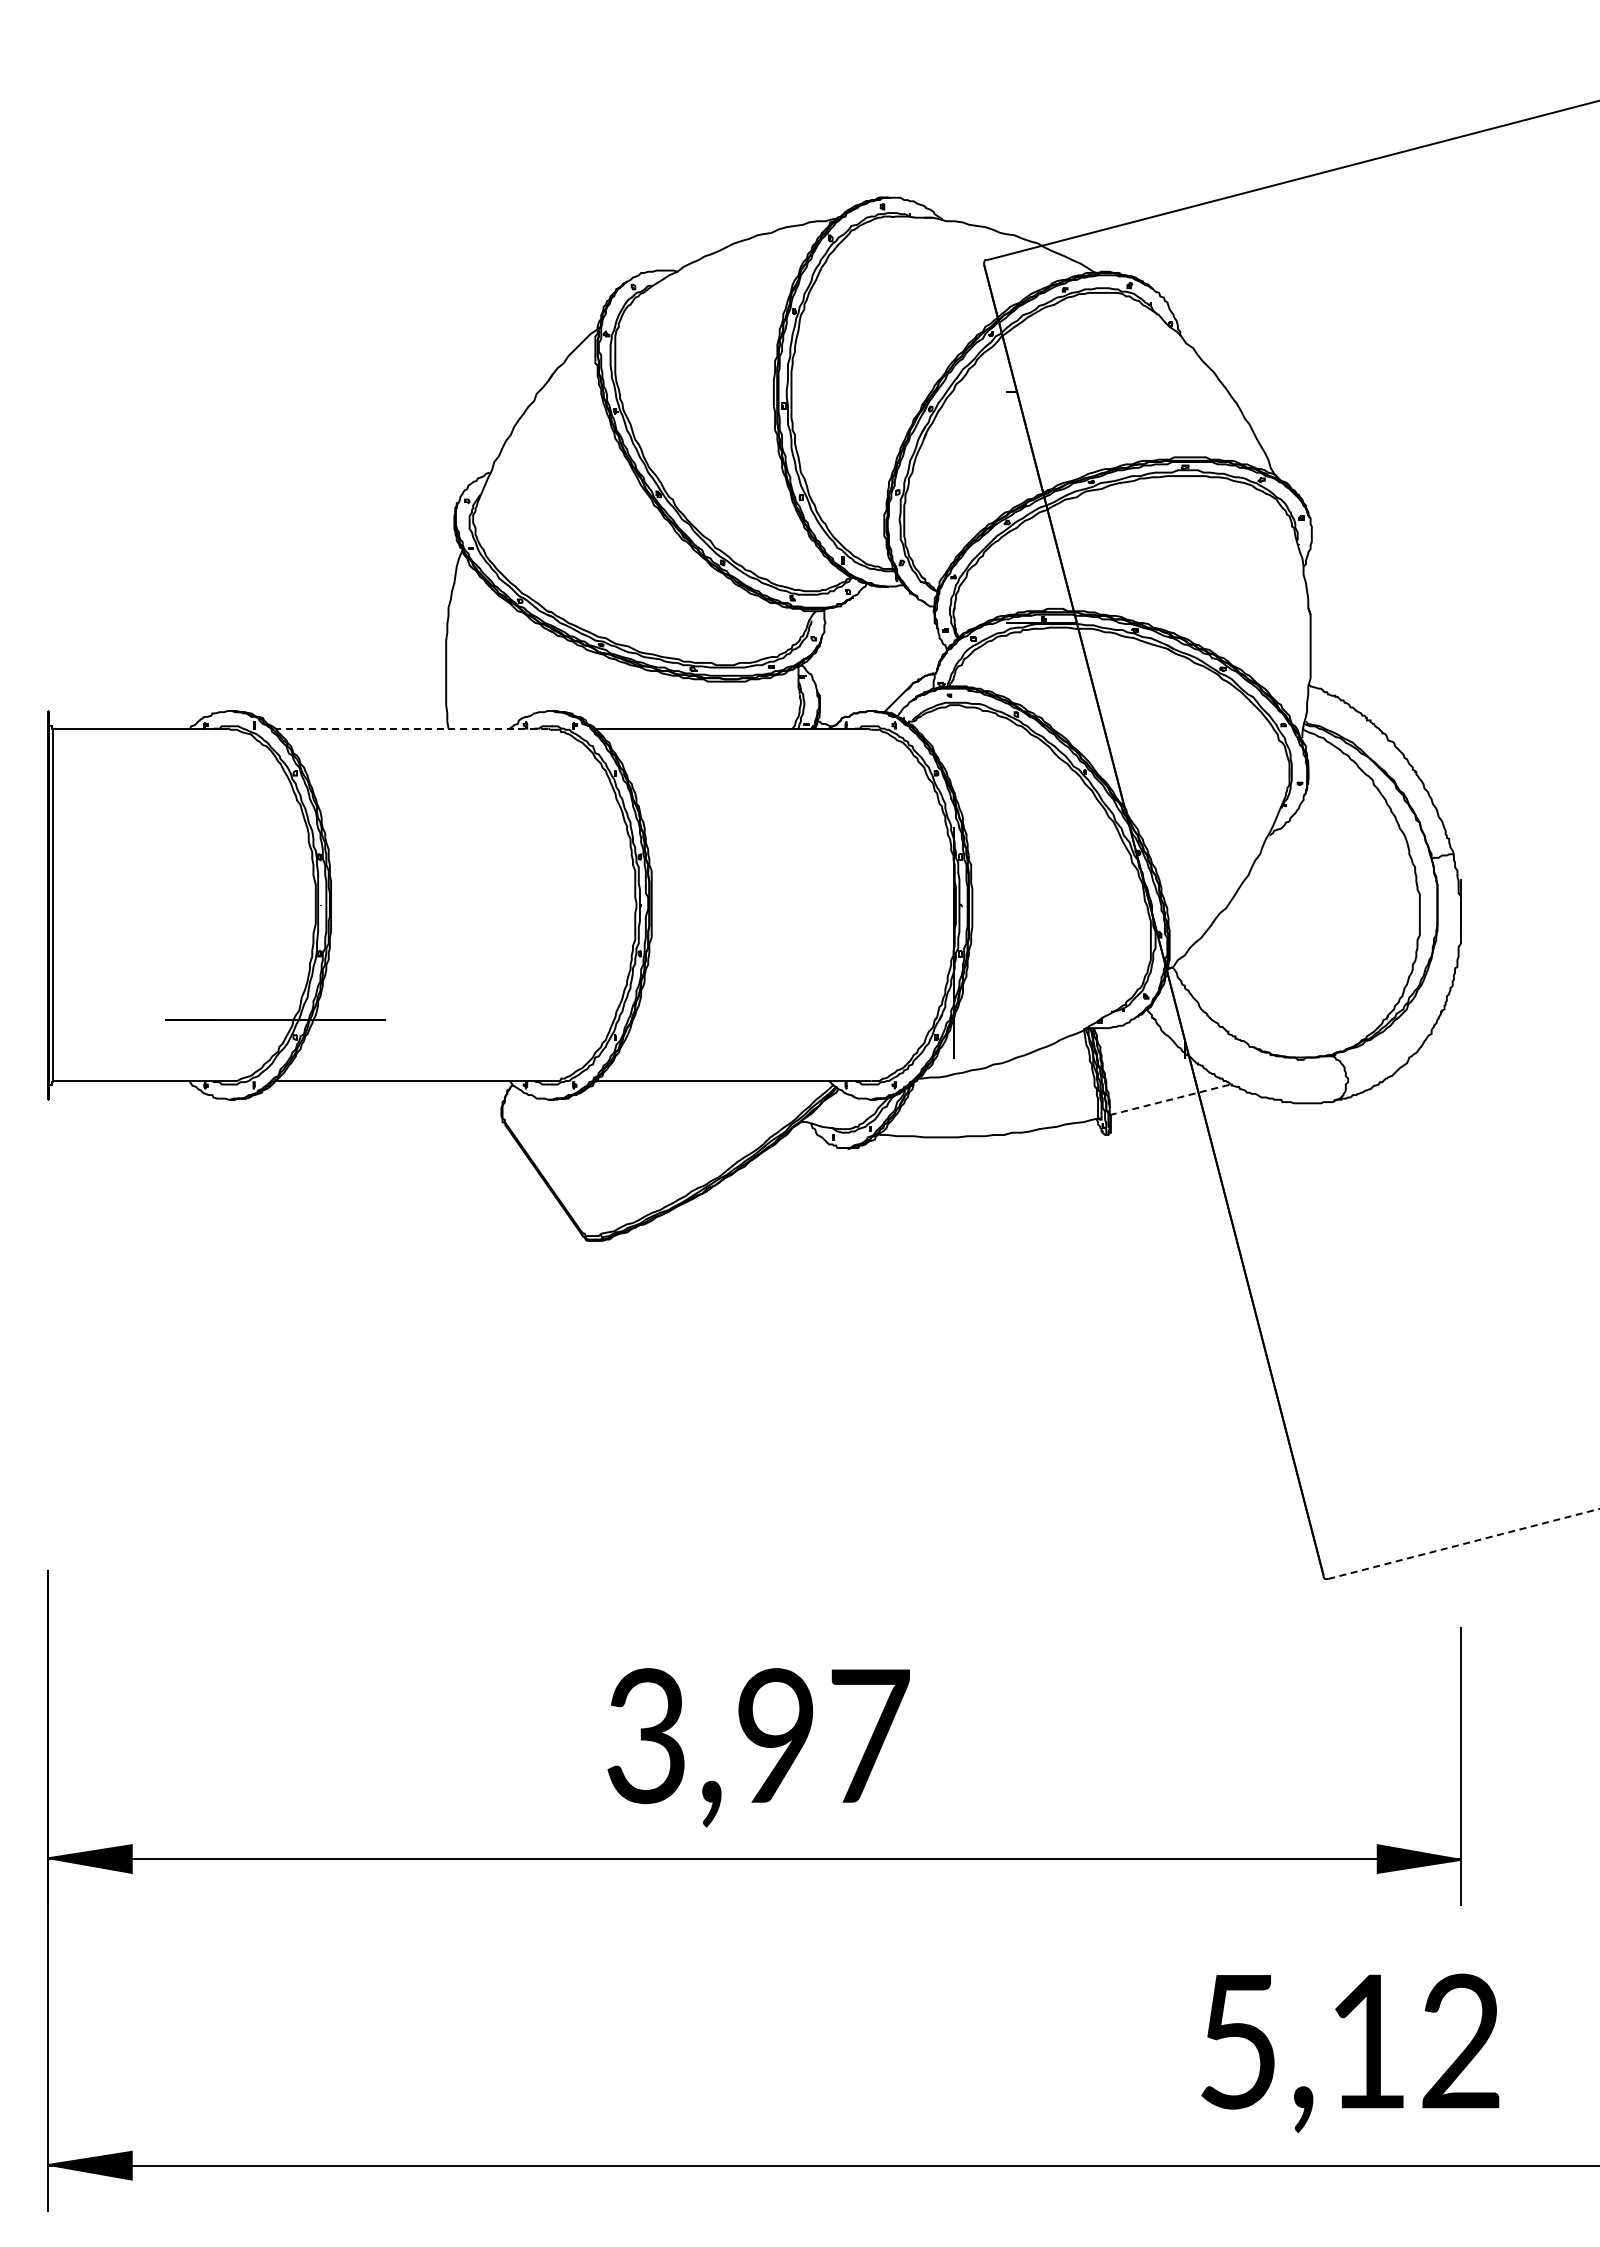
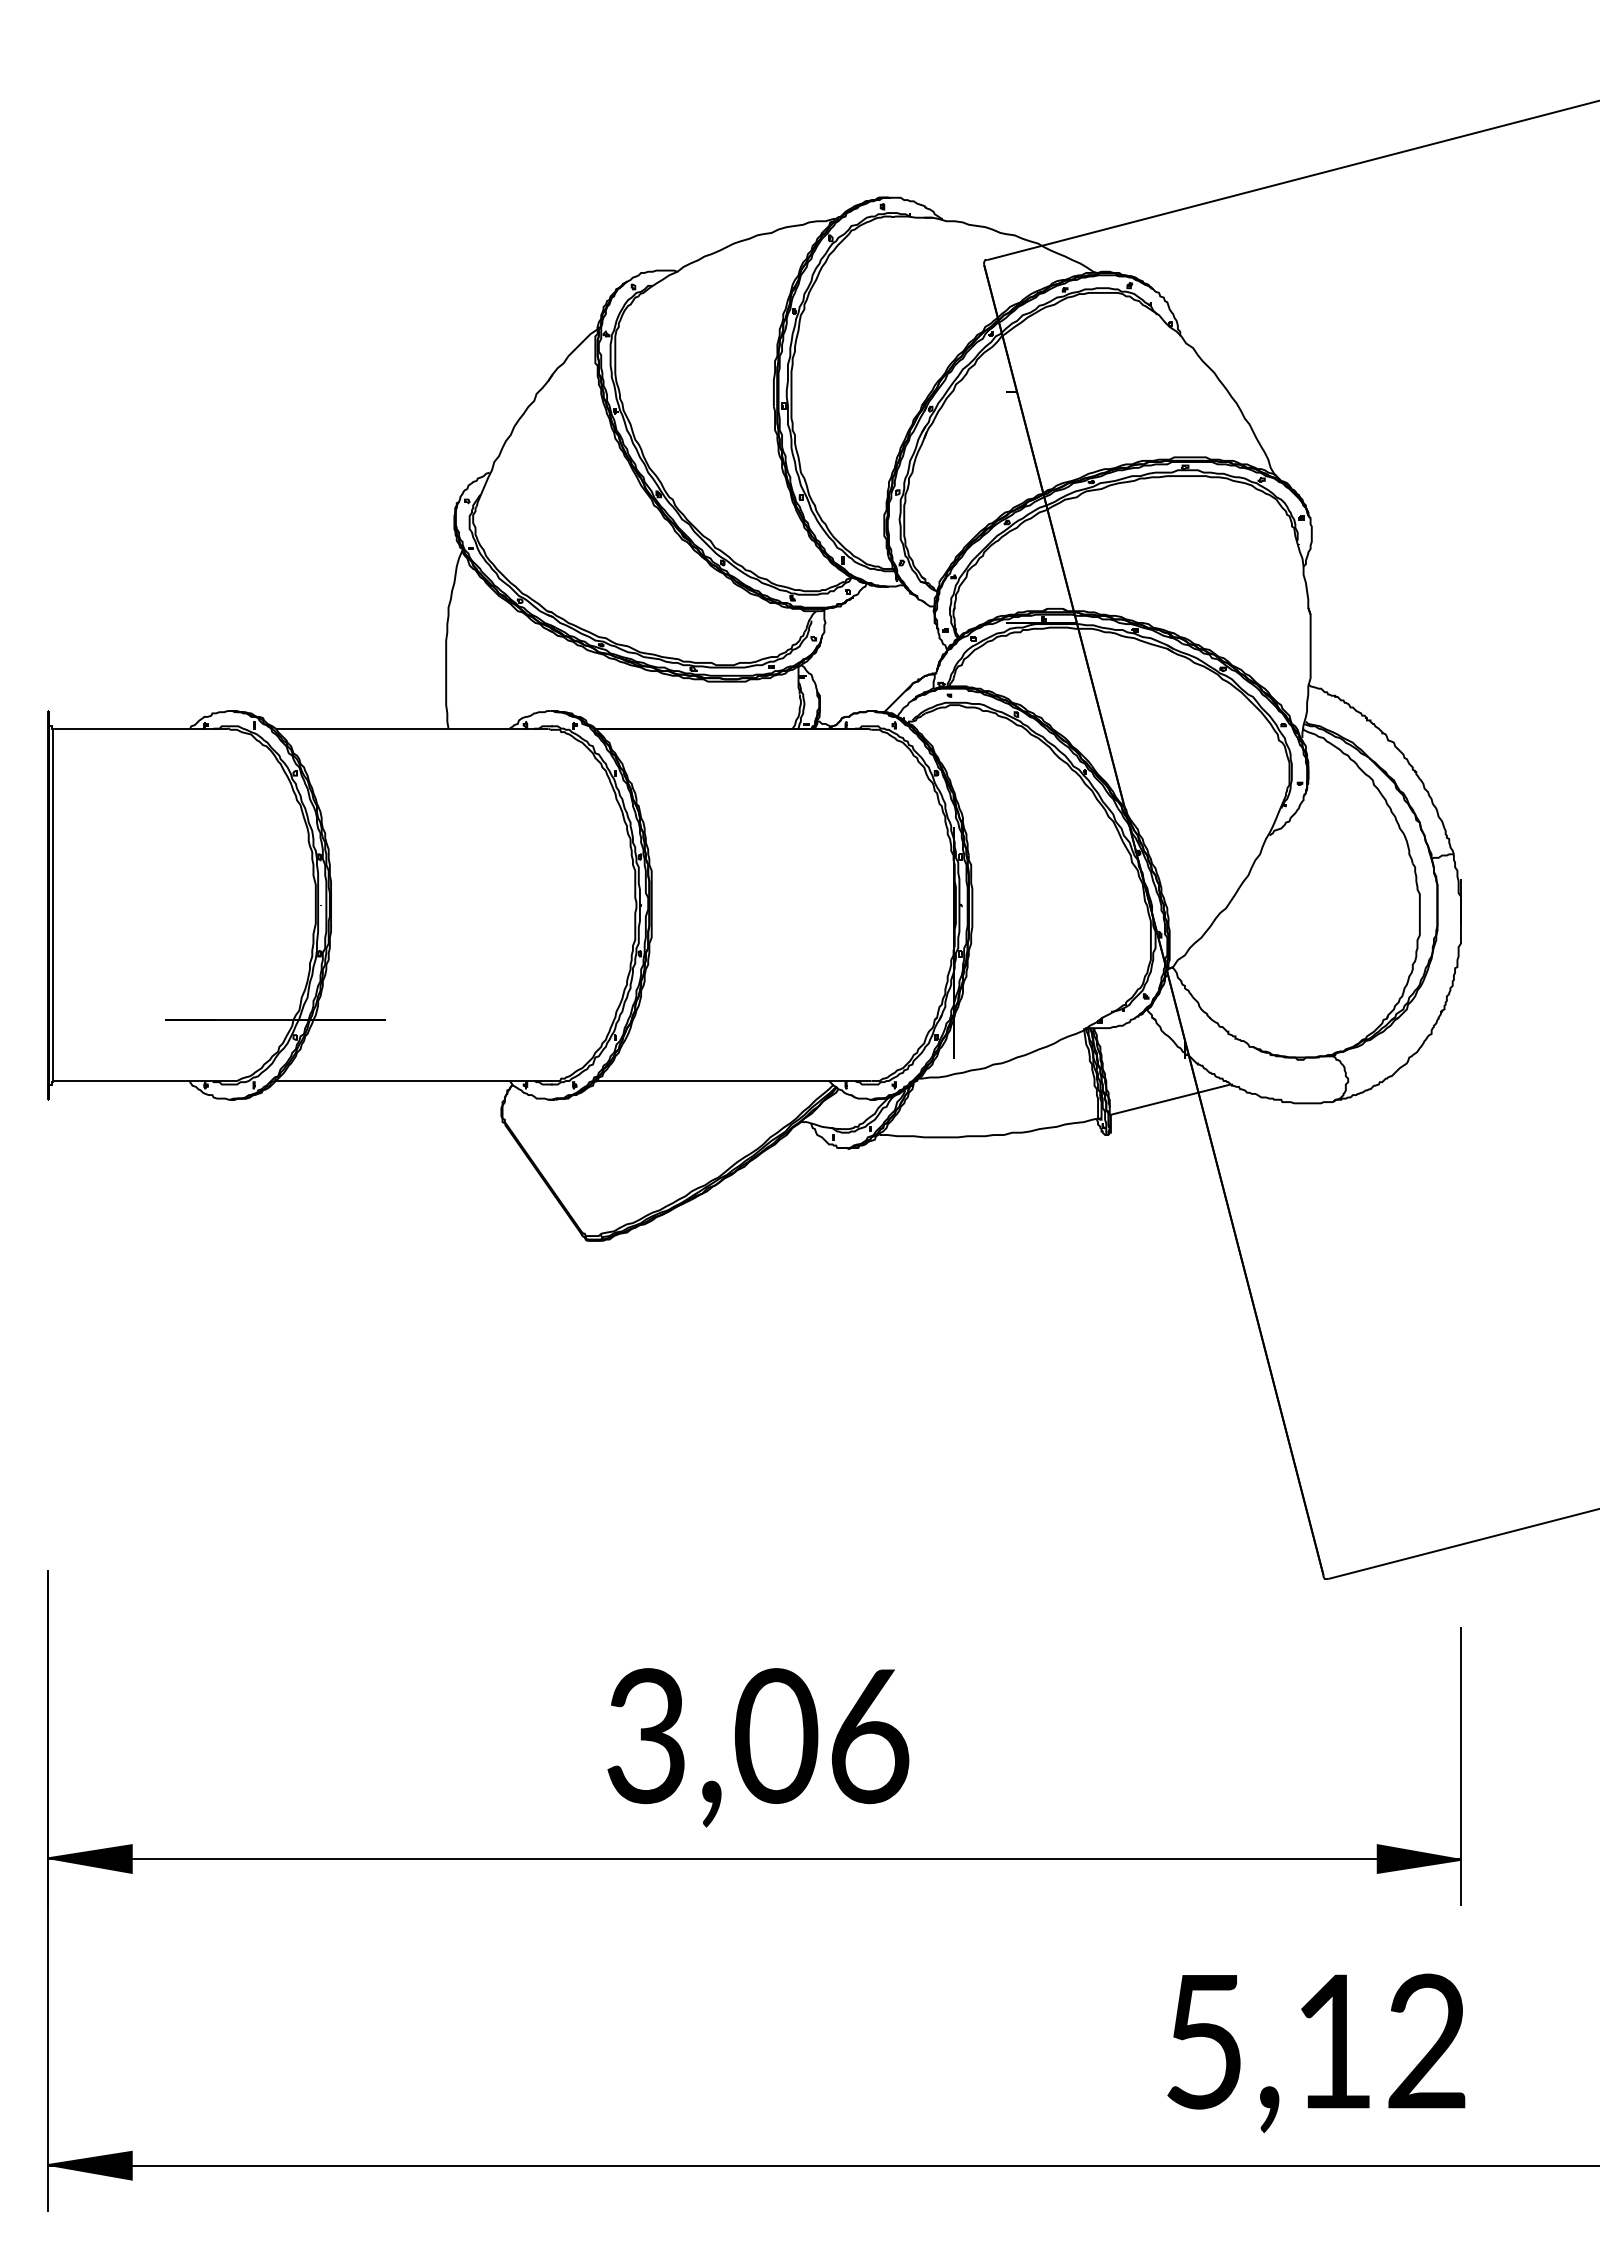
line at (411, 728): dashed -> solid
line at (1170, 1099): dashed -> solid
line at (1463, 1544): dashed -> solid
text at (821, 1736): 3,97 -> 3,06
text at (1350, 2052) position: (1350, 2052) -> (1316, 2052)
